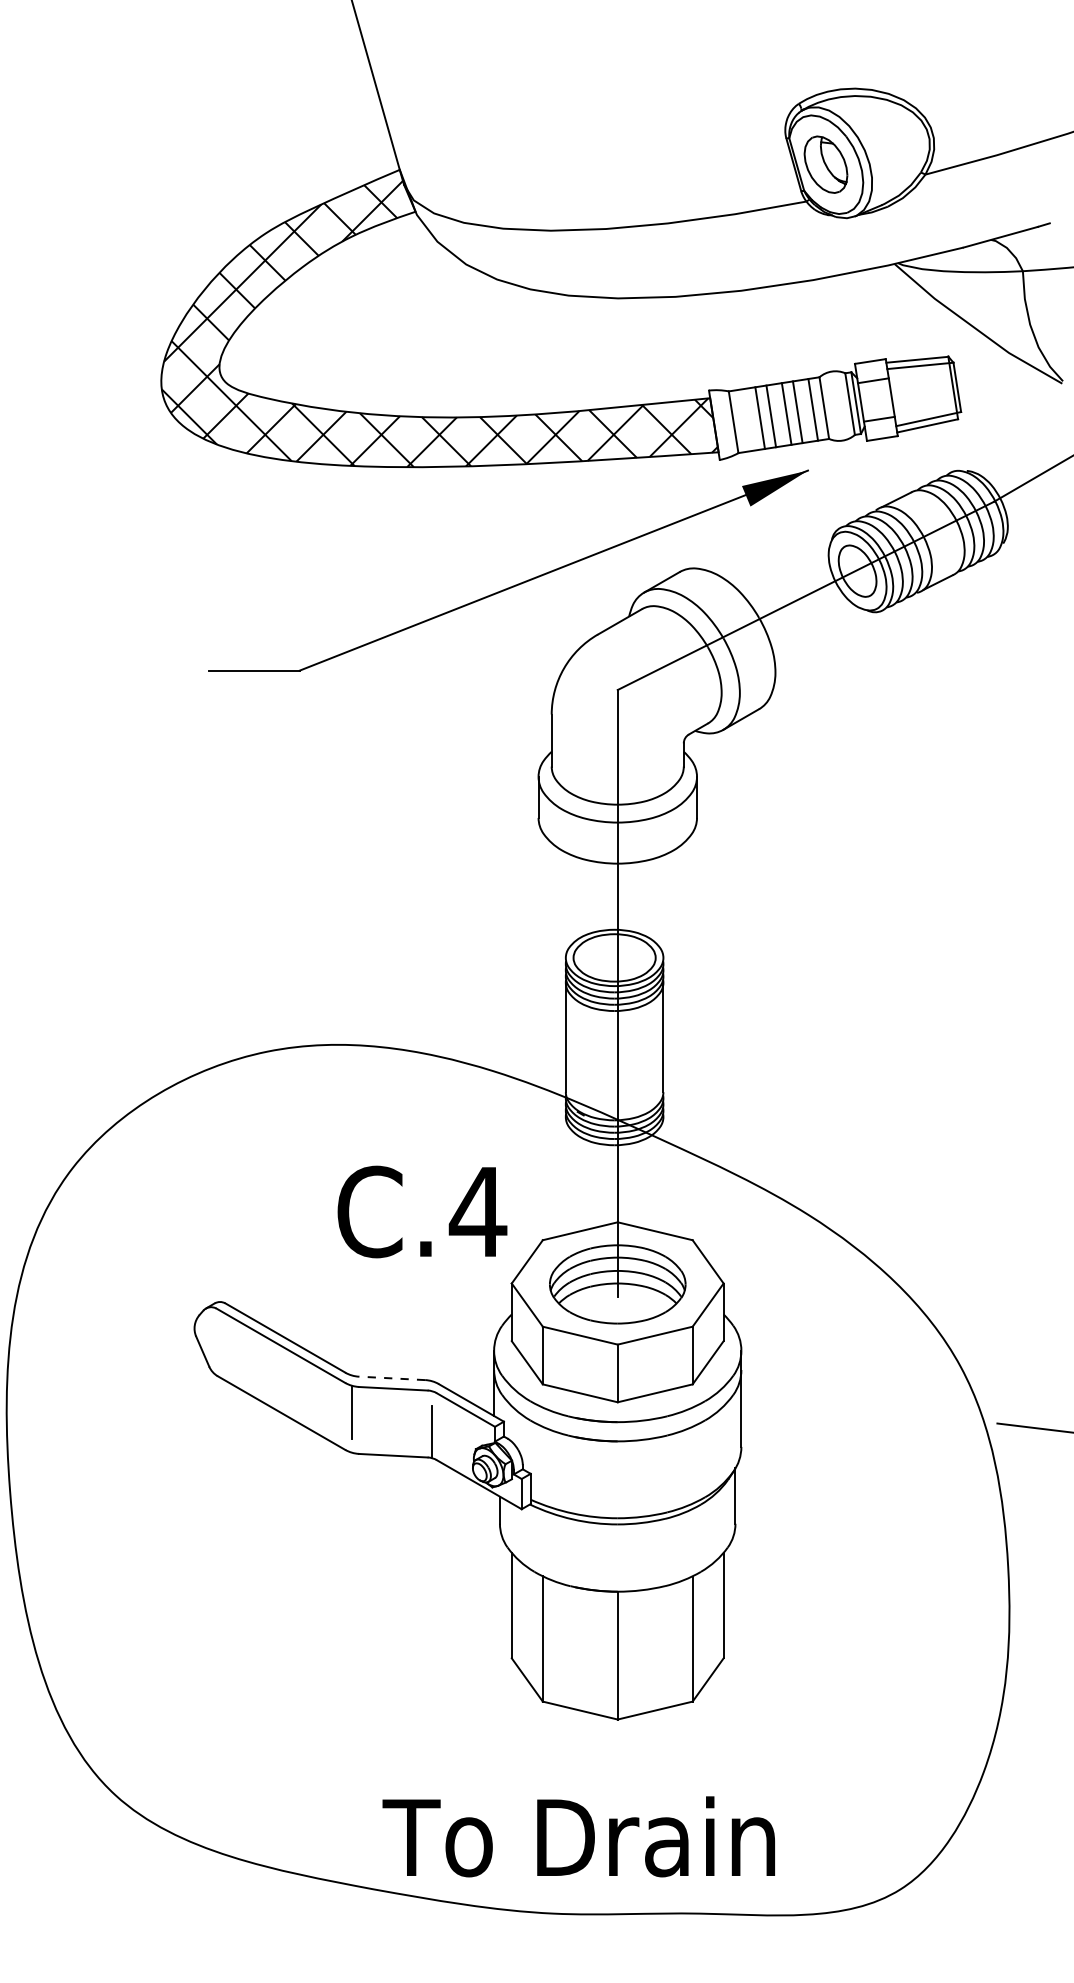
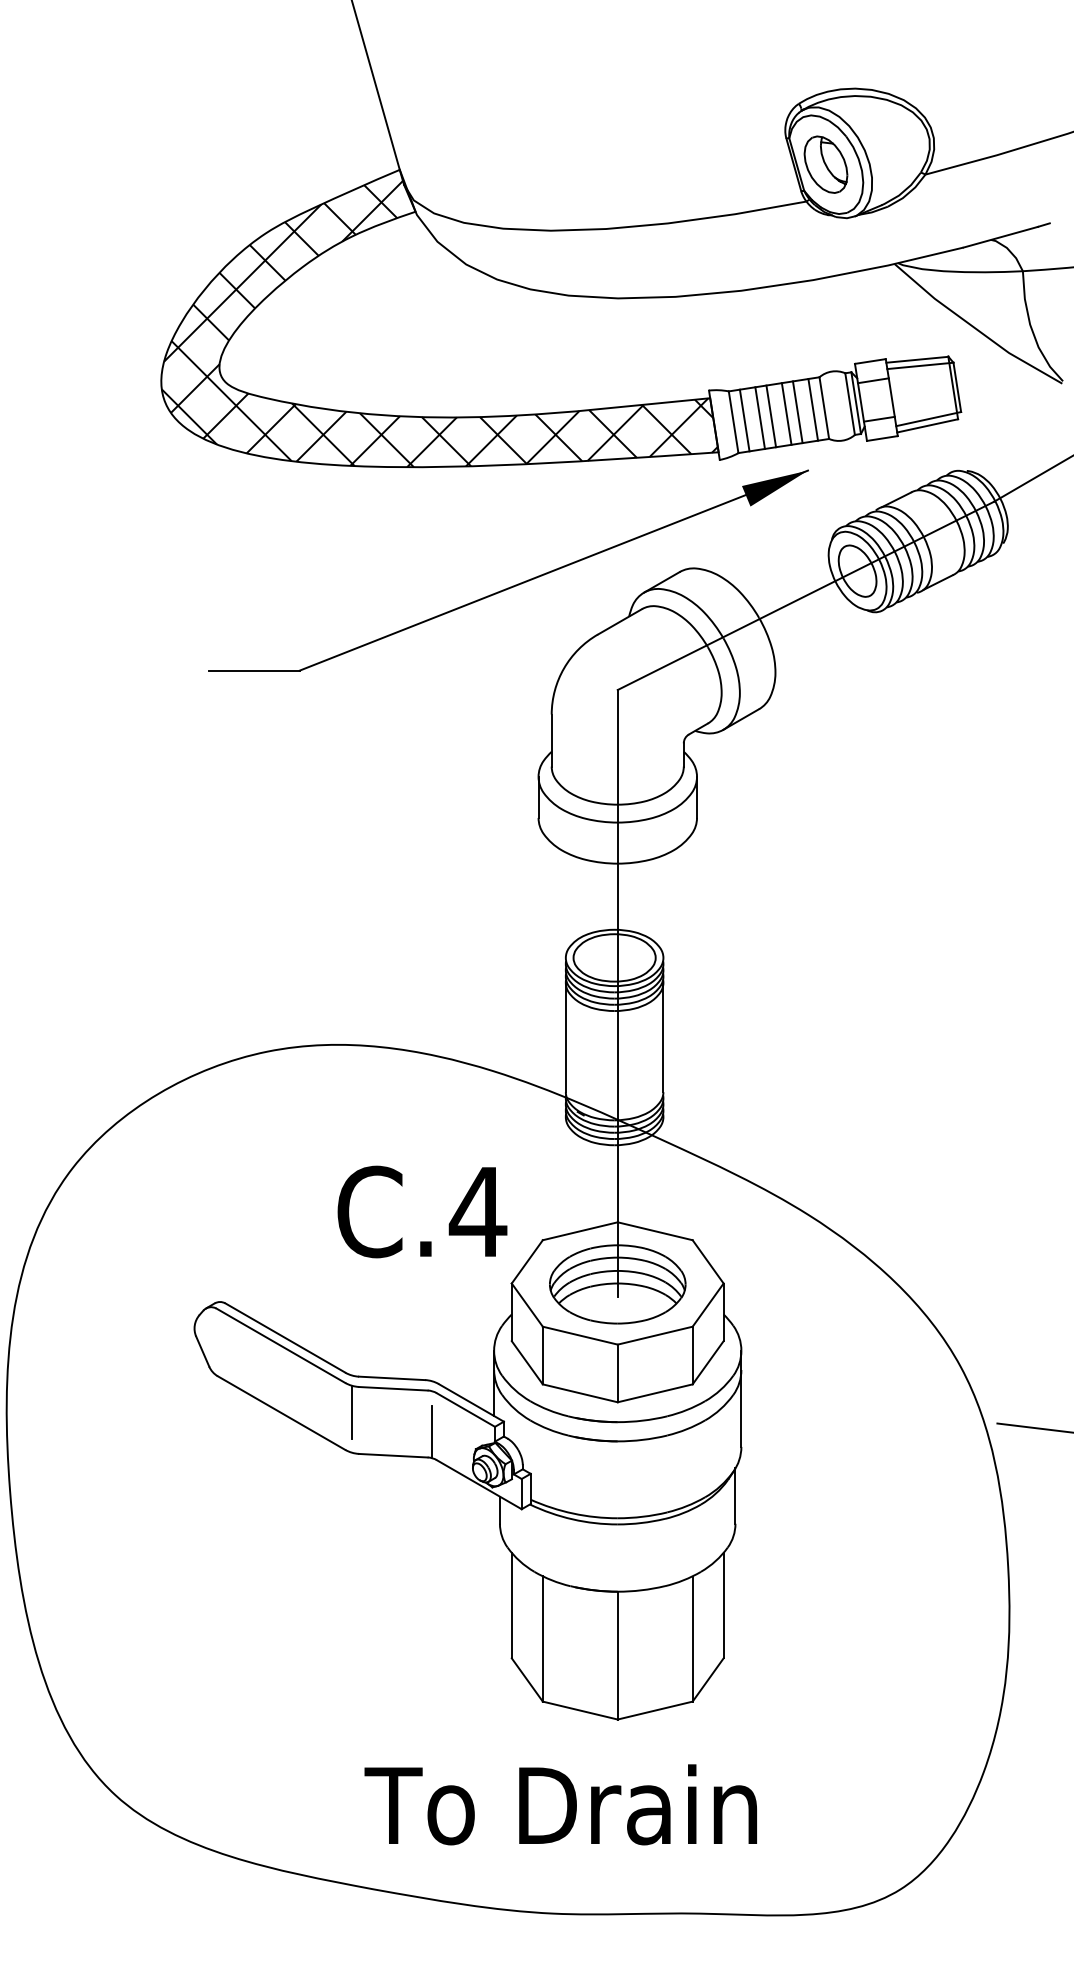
line at (744, 420): none -> present
line at (391, 1378): dashed -> solid
text at (578, 1836) position: (578, 1836) -> (560, 1804)
